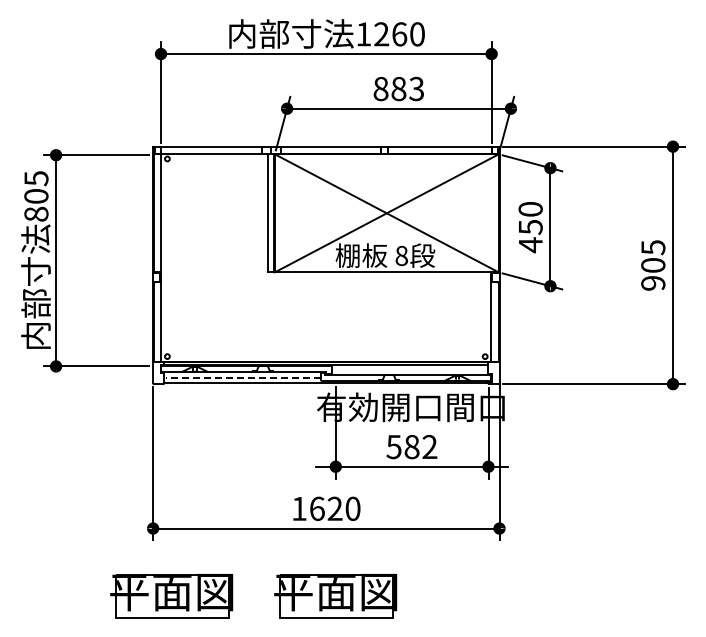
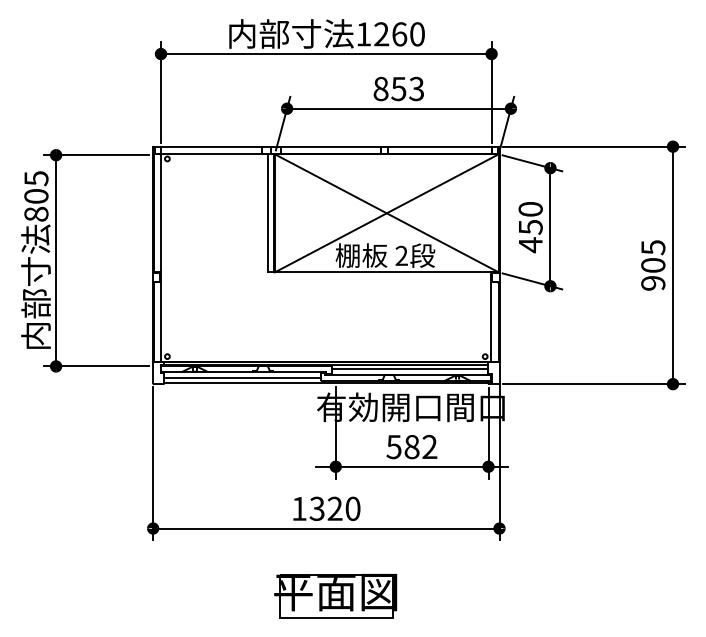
text at (398, 88): 883 -> 853
text at (401, 255): 8 -> 2
line at (408, 368): none -> present
line at (243, 377): dashed -> solid
text at (316, 508): 1620 -> 1320
part at (171, 596): present -> none
